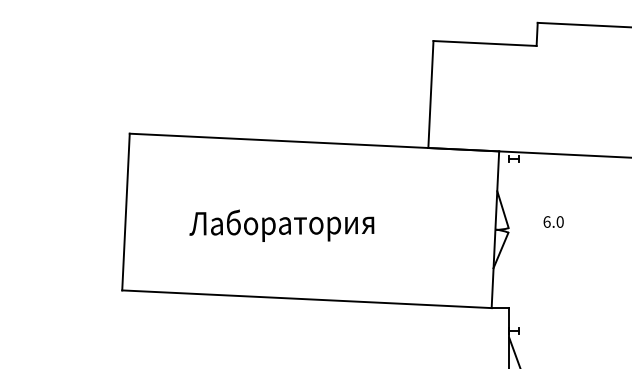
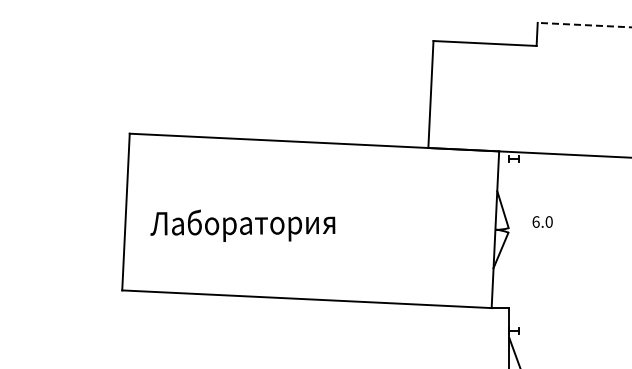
line at (584, 25): solid -> dashed
text at (553, 221) position: (553, 221) -> (542, 221)
text at (281, 225) position: (281, 225) -> (242, 225)
